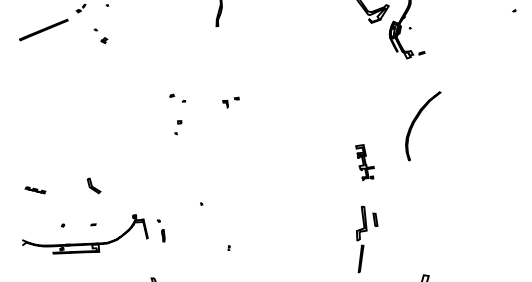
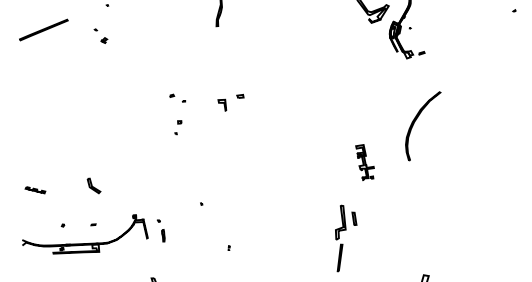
part at (80, 8): present -> none
part at (230, 102) size: 18x13 px -> 28x19 px
part at (363, 244) position: (363, 244) -> (342, 243)
